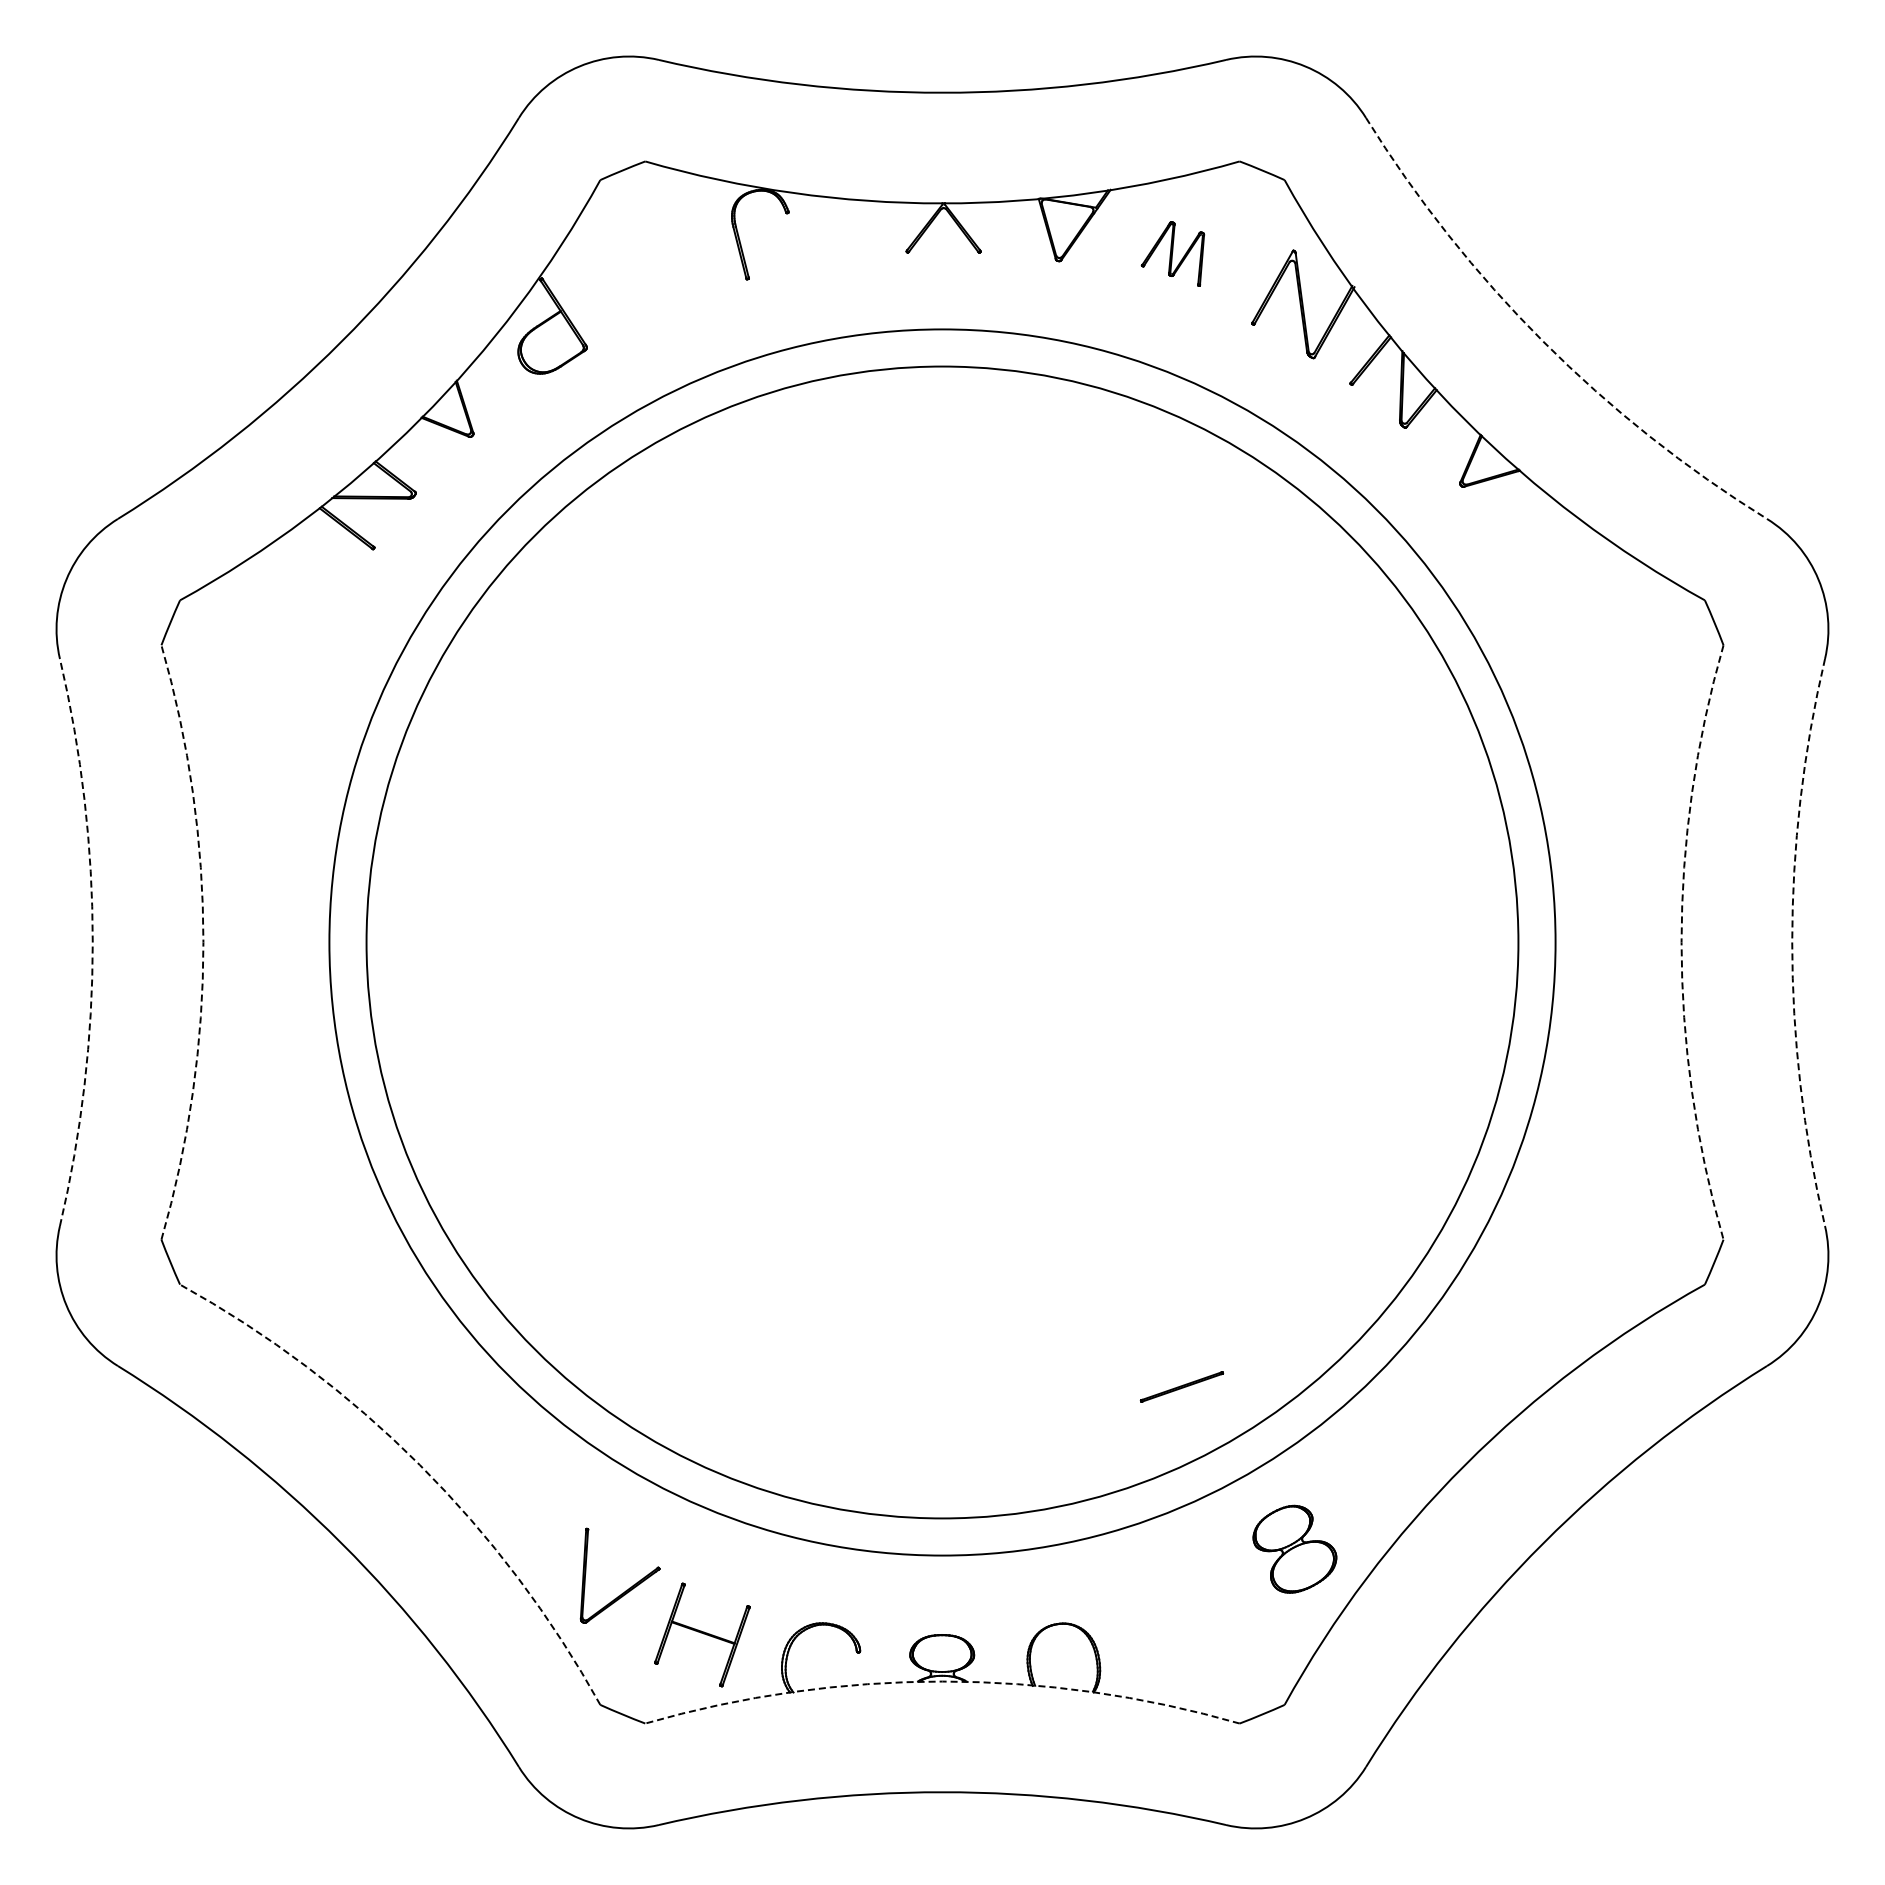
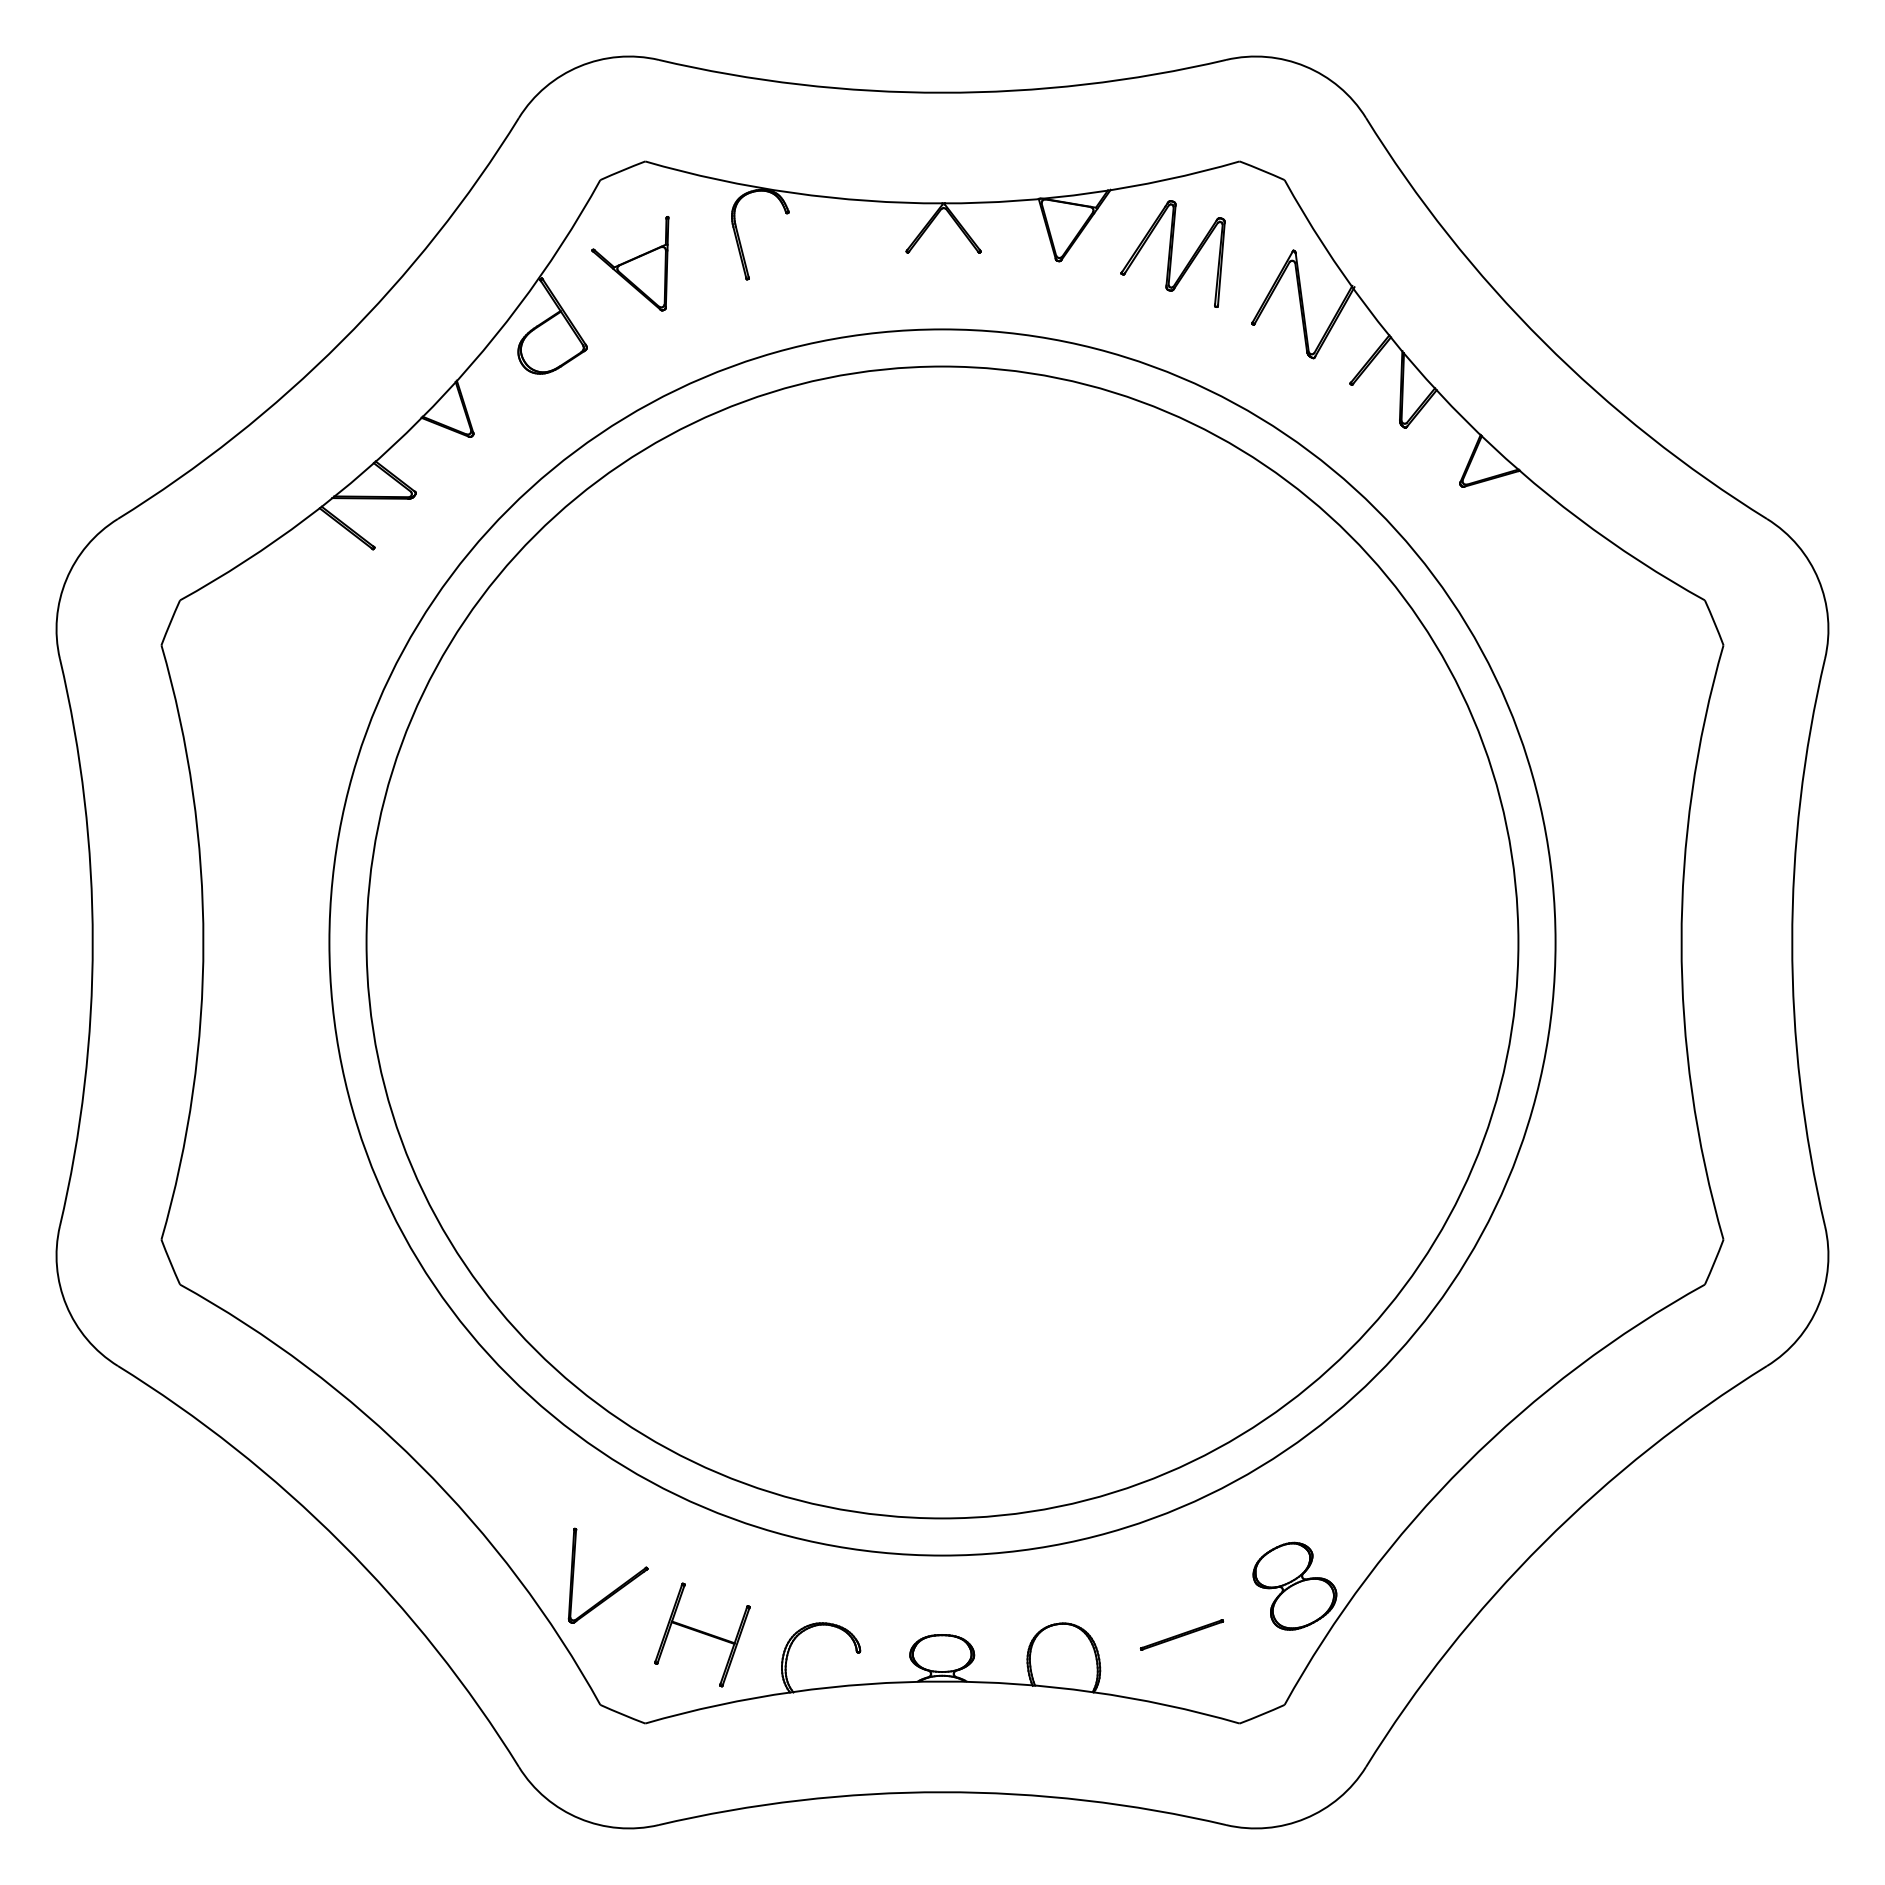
part at (1172, 253) size: 66x66 px -> 106x108 px
part at (630, 263): none -> present
arc at (1543, 341): dashed -> solid
arc at (92, 942): dashed -> solid
arc at (203, 942): dashed -> solid
arc at (1681, 942): dashed -> solid
arc at (1792, 942): dashed -> solid
line at (1181, 1386) position: (1181, 1386) -> (1181, 1634)
arc at (419, 1465): dashed -> solid
part at (1294, 1548) position: (1294, 1548) -> (1294, 1585)
part at (629, 1587) position: (629, 1587) -> (617, 1587)
arc at (942, 1681): dashed -> solid
